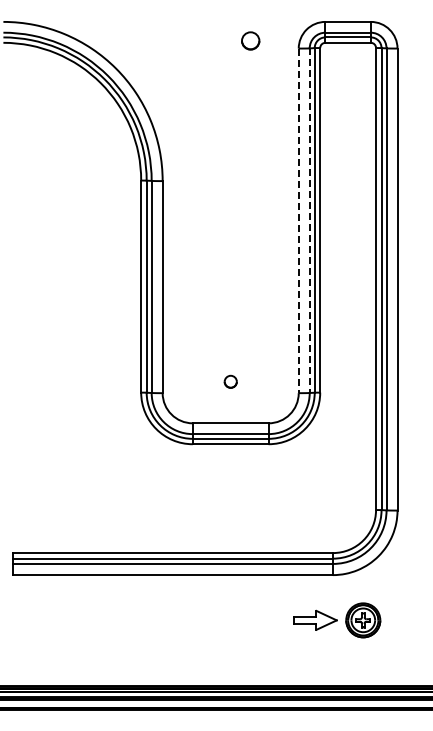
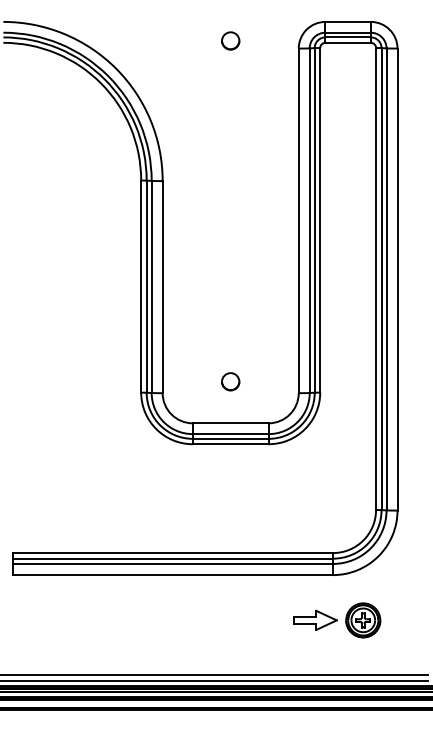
part at (250, 40) position: (250, 40) -> (230, 40)
line at (298, 221): dashed -> solid
line at (309, 221): dashed -> solid
part at (230, 381) size: 15x15 px -> 20x20 px
line at (214, 674): none -> present
line at (214, 680): none -> present
